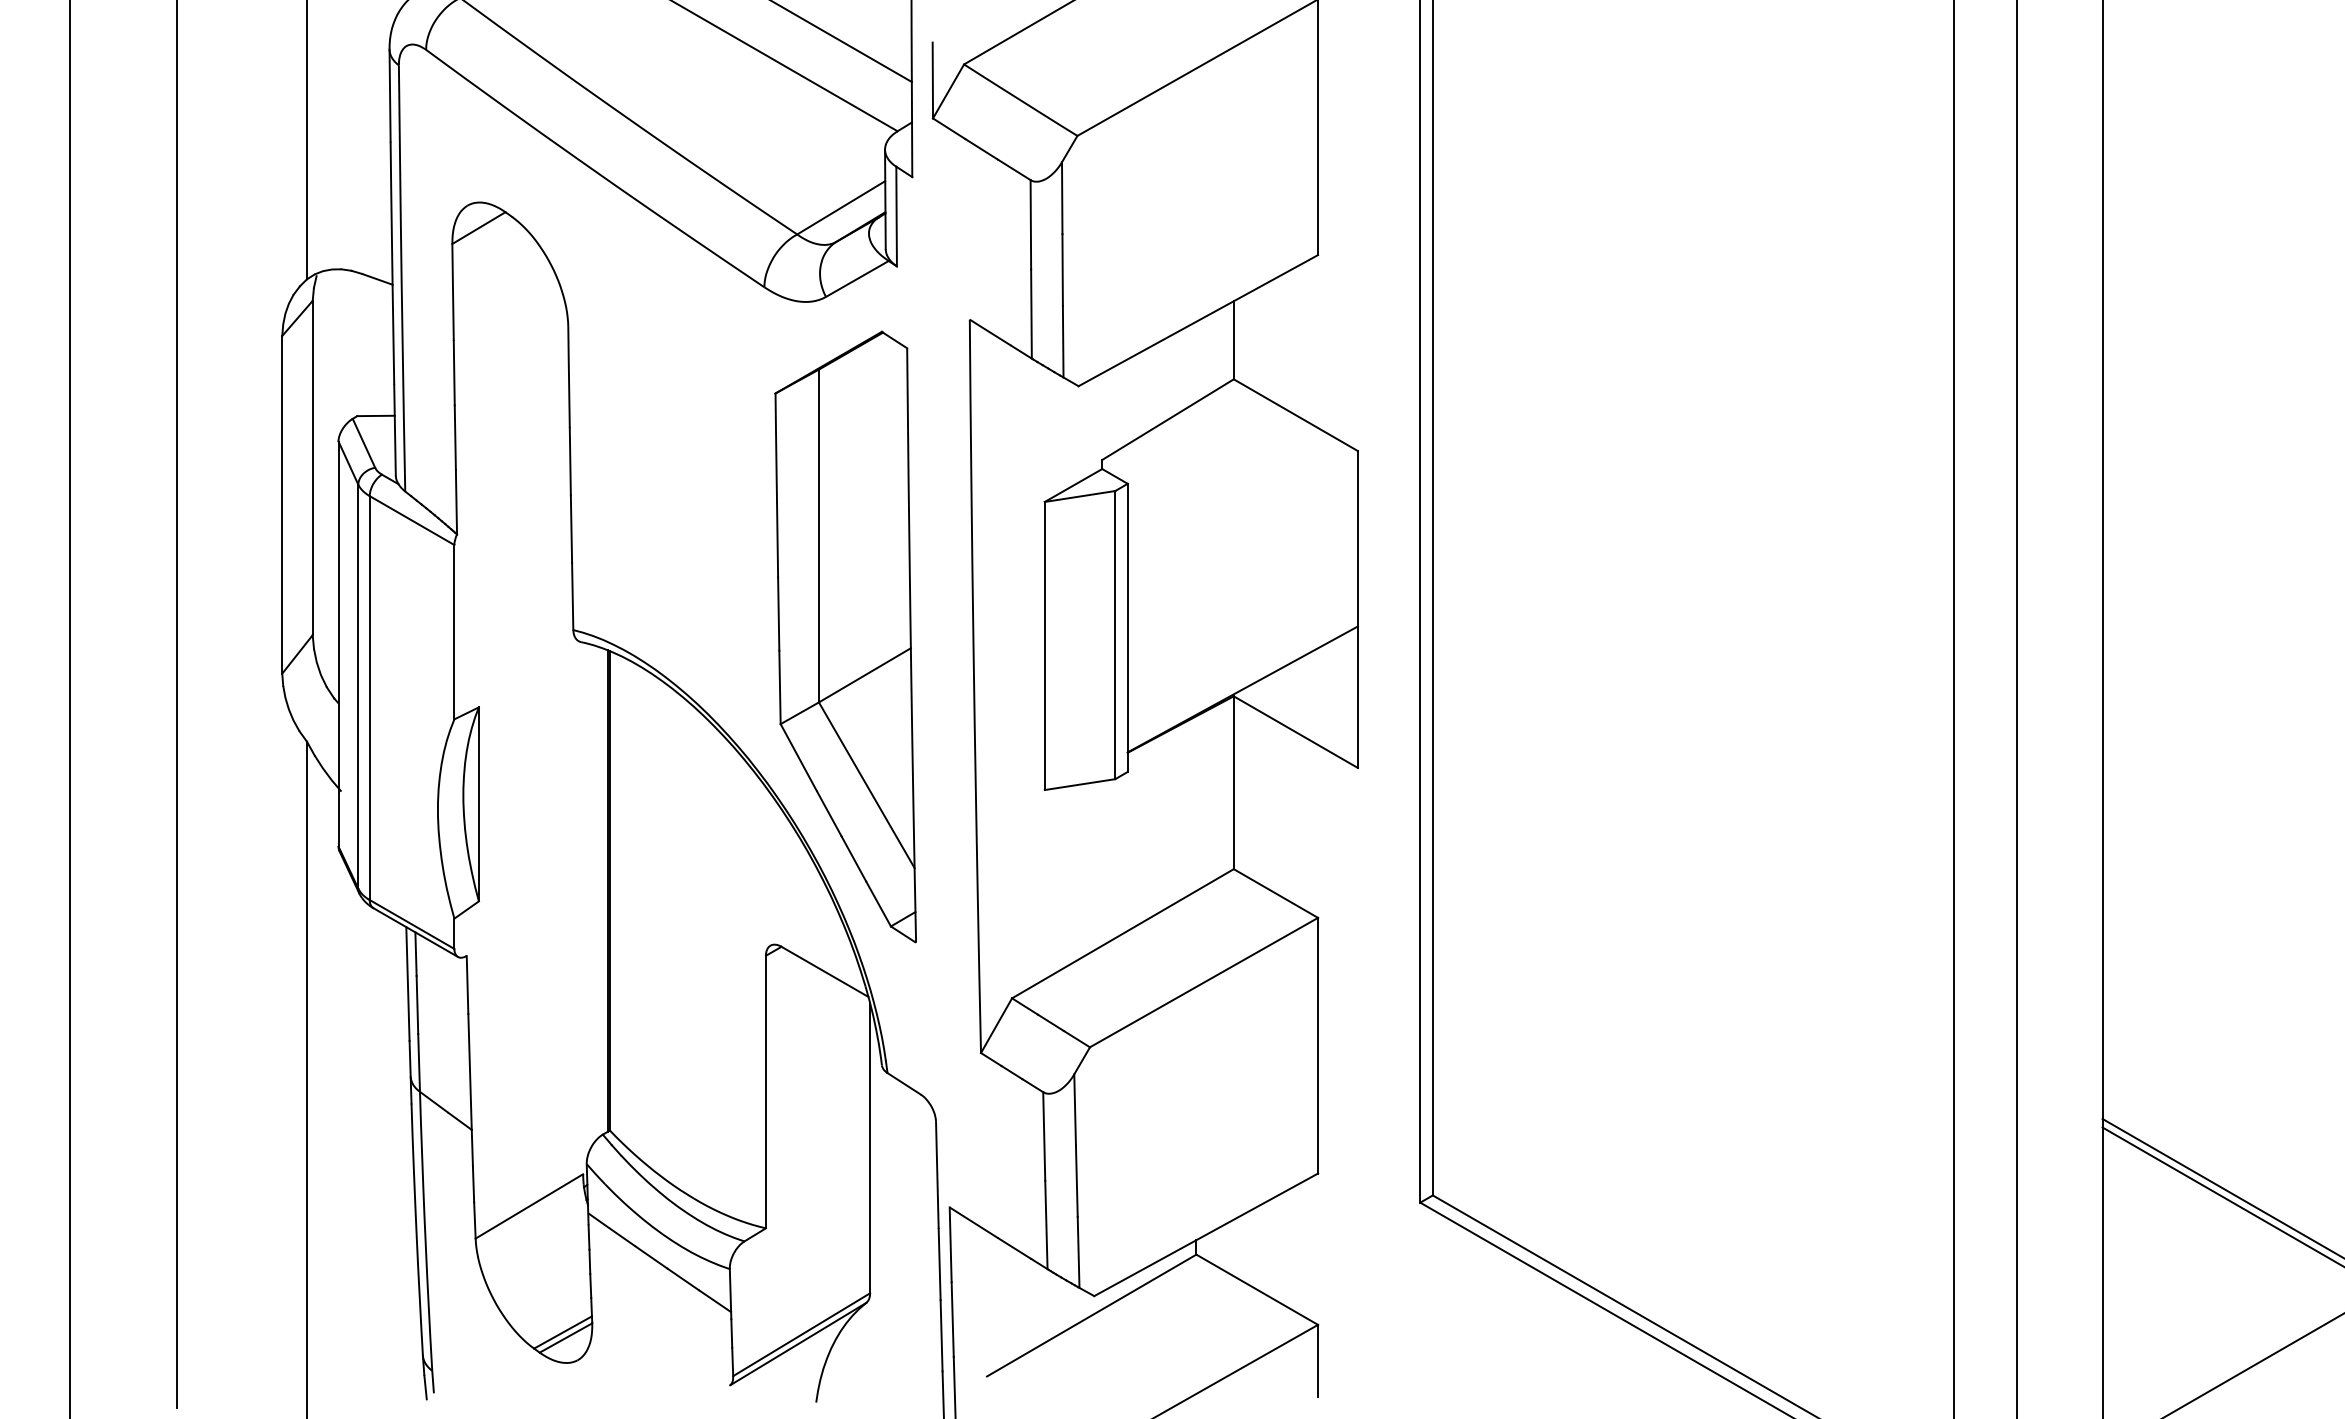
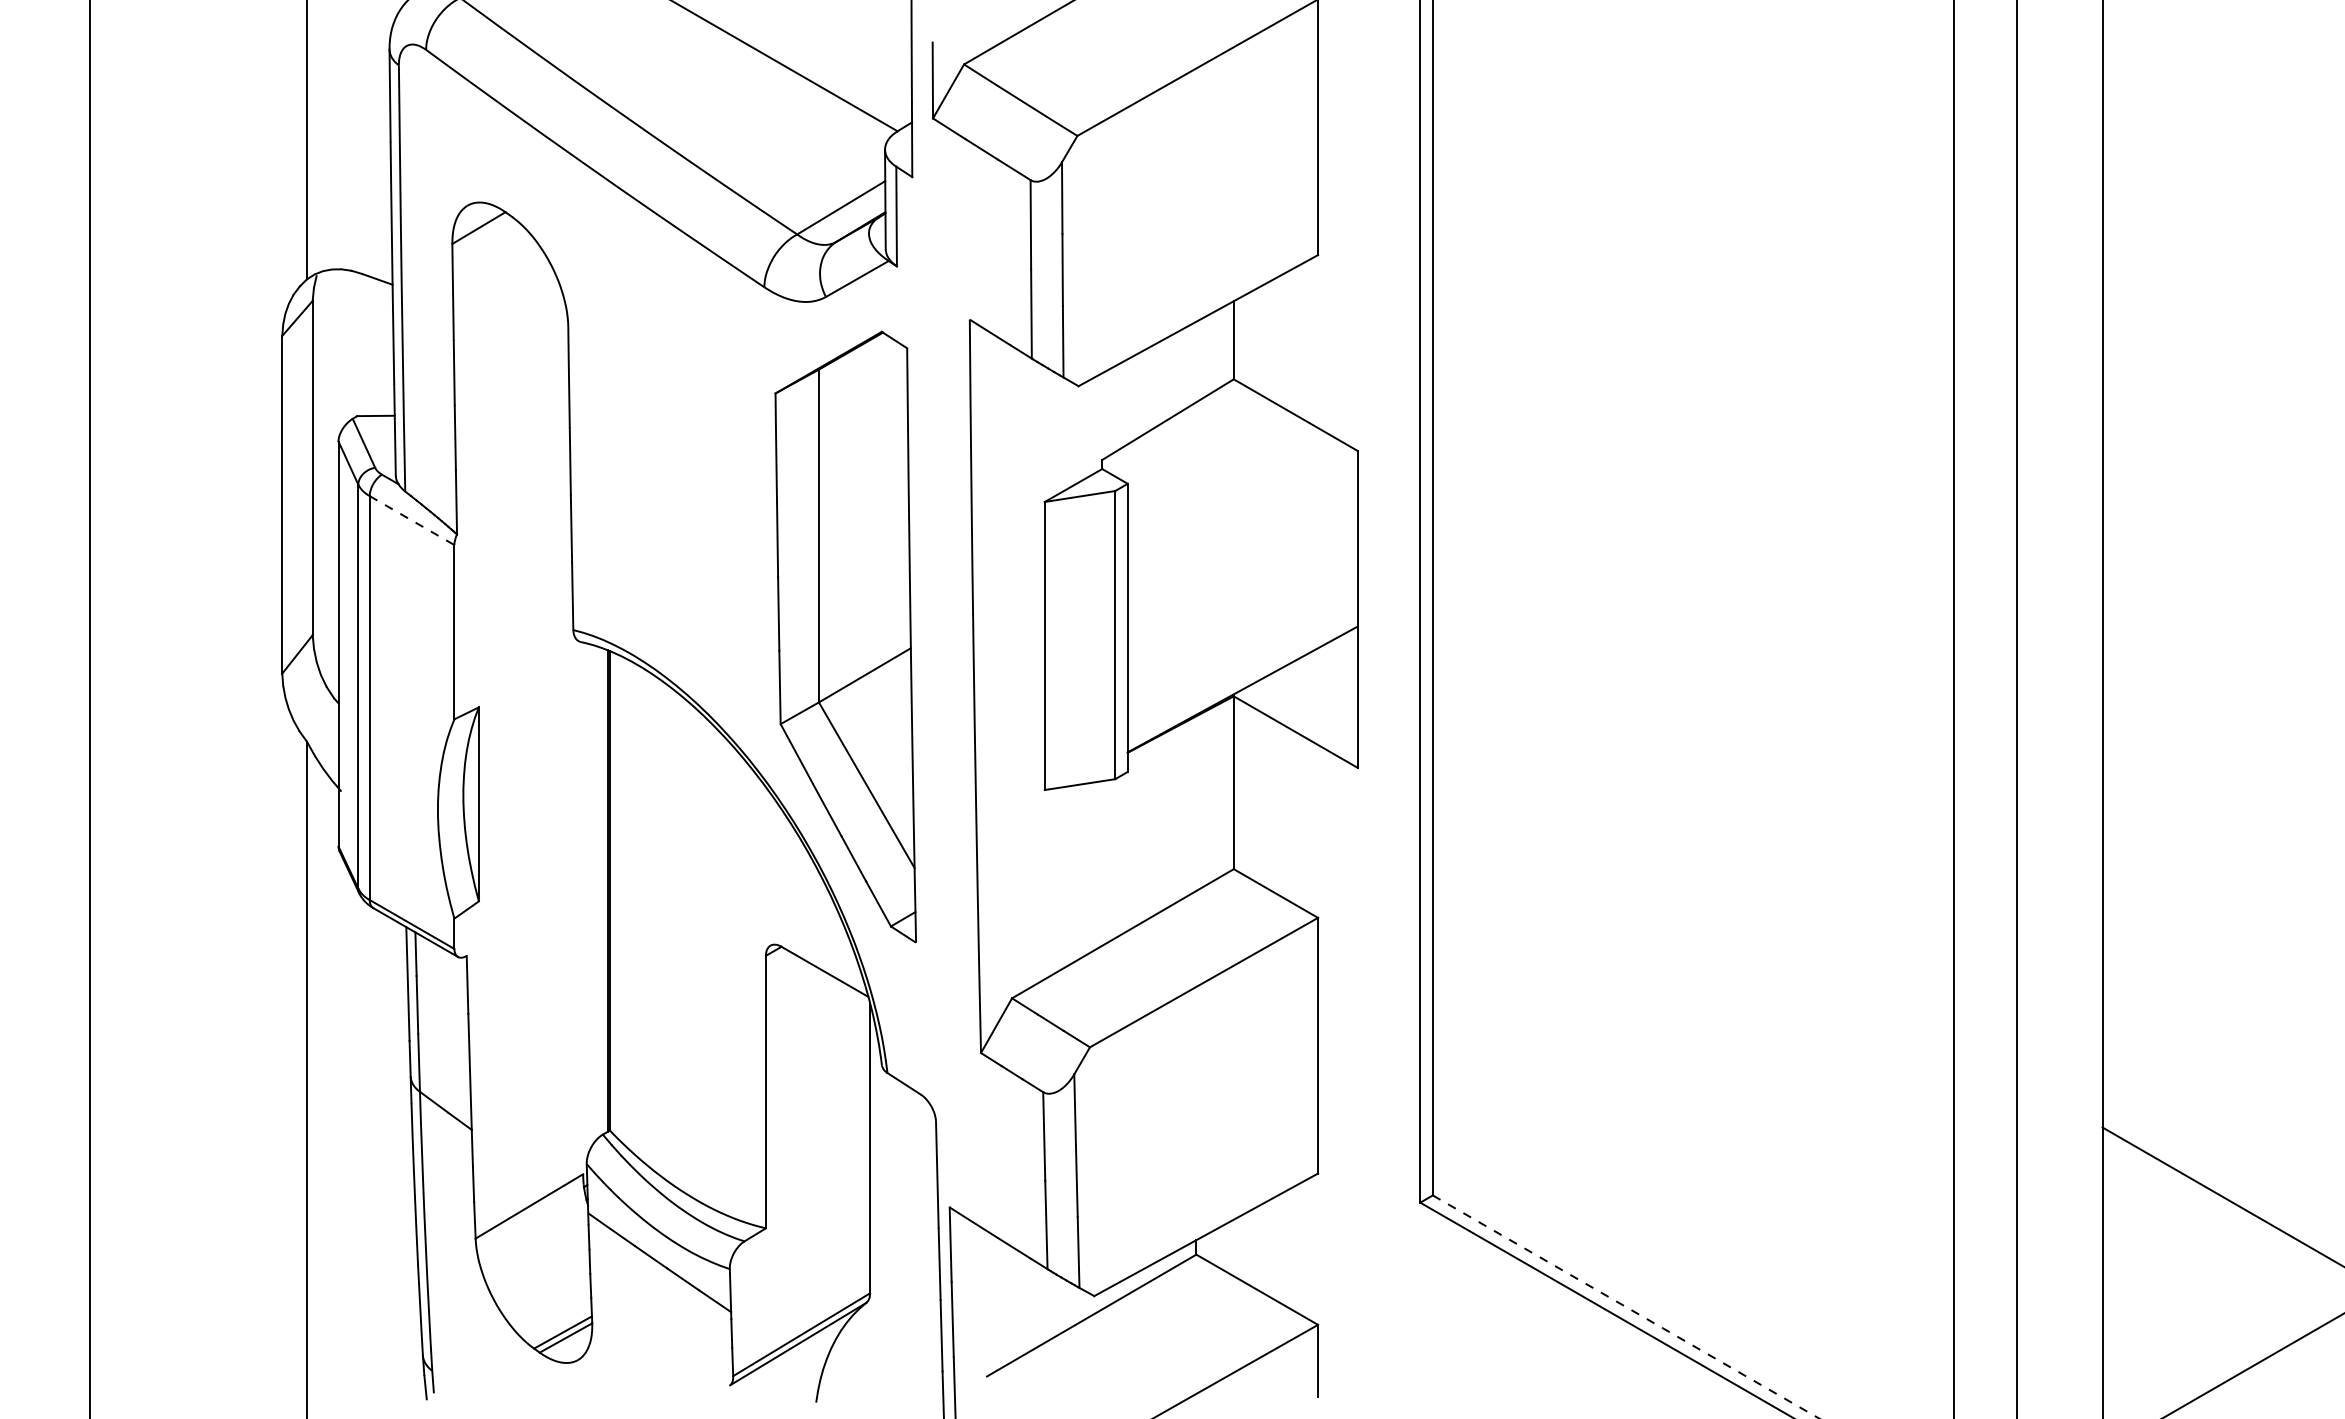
line at (842, 42): present -> none
line at (412, 520): solid -> dashed
line at (176, 704): present -> none
line at (70, 708) position: (70, 708) -> (90, 708)
line at (2221, 1187): present -> none
line at (1626, 1307): solid -> dashed
